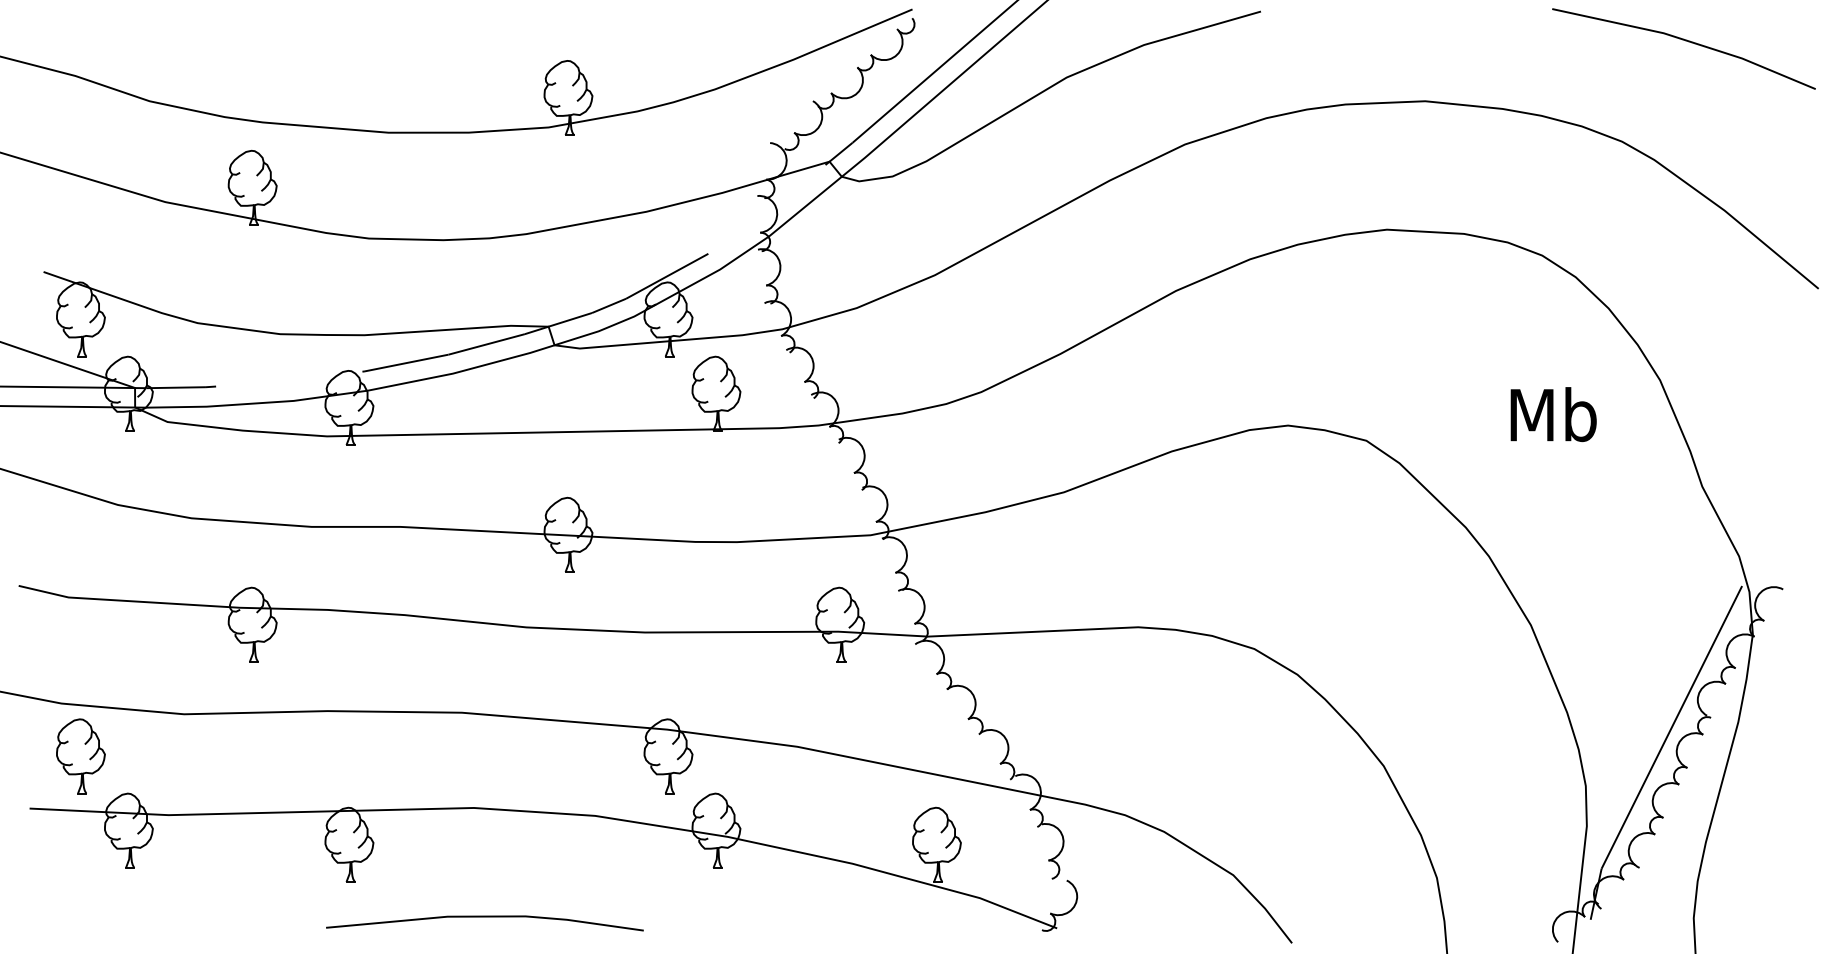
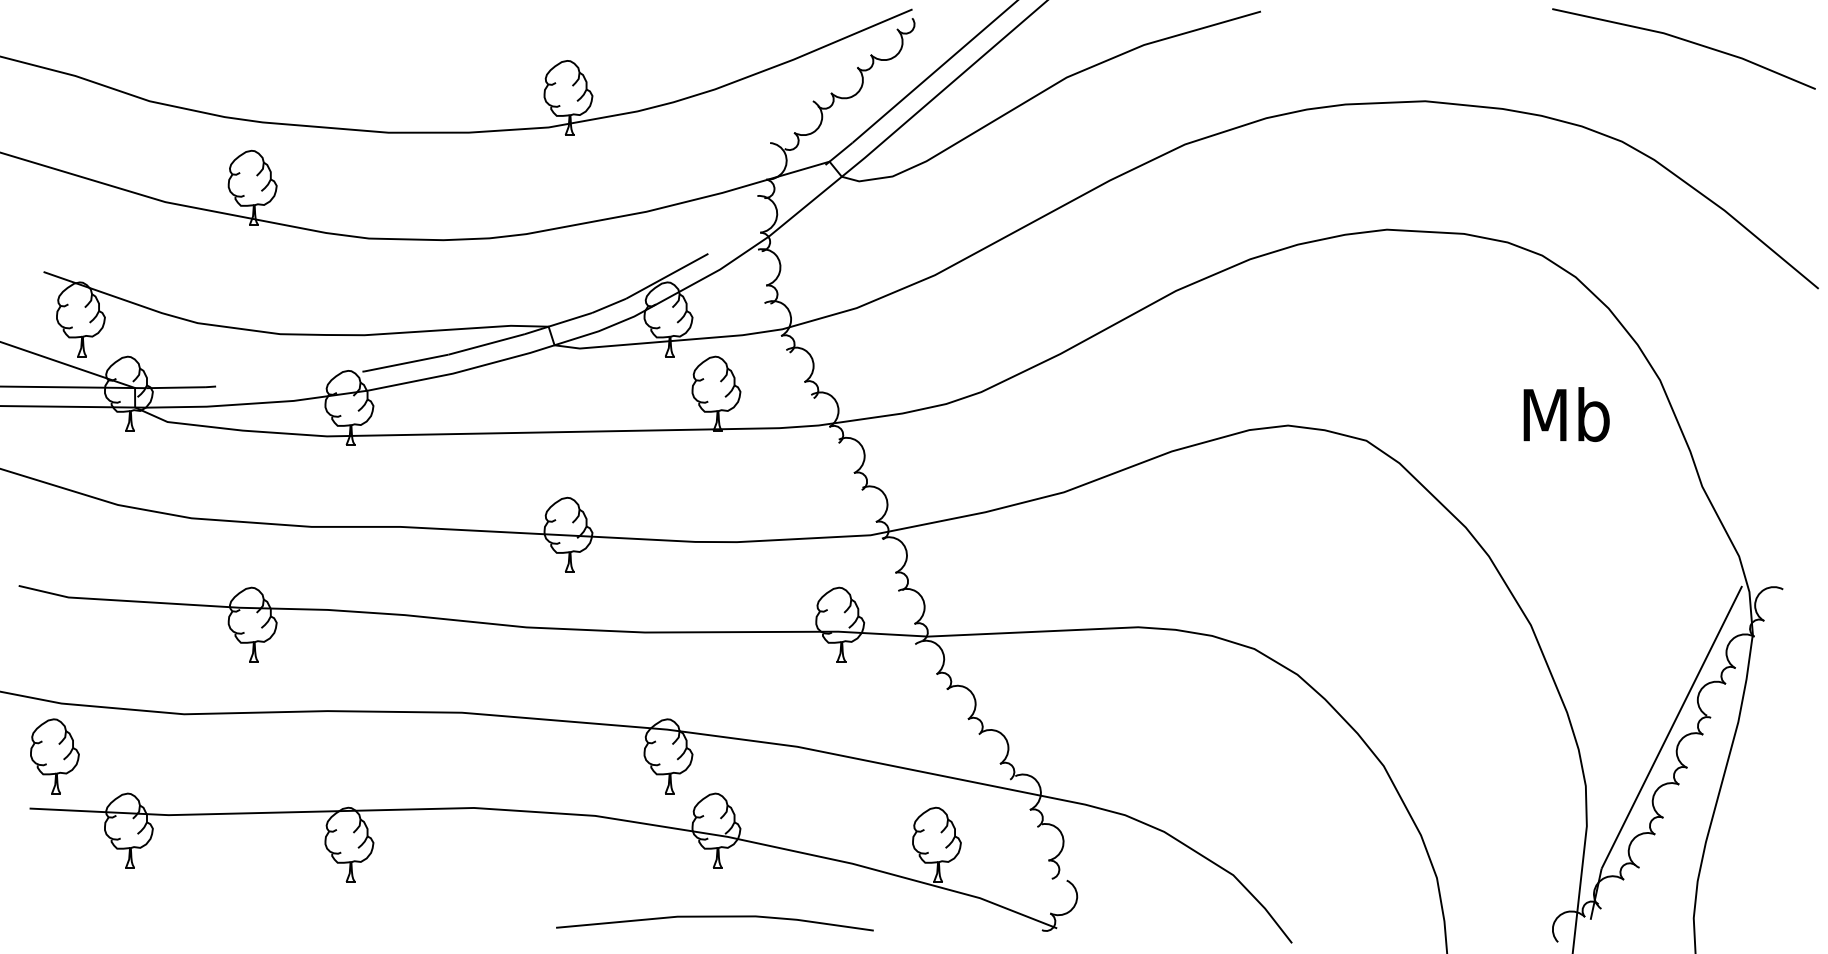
text at (1553, 414) position: (1553, 414) -> (1566, 414)
part at (80, 756) position: (80, 756) -> (54, 756)
line at (484, 917) position: (484, 917) -> (714, 917)
